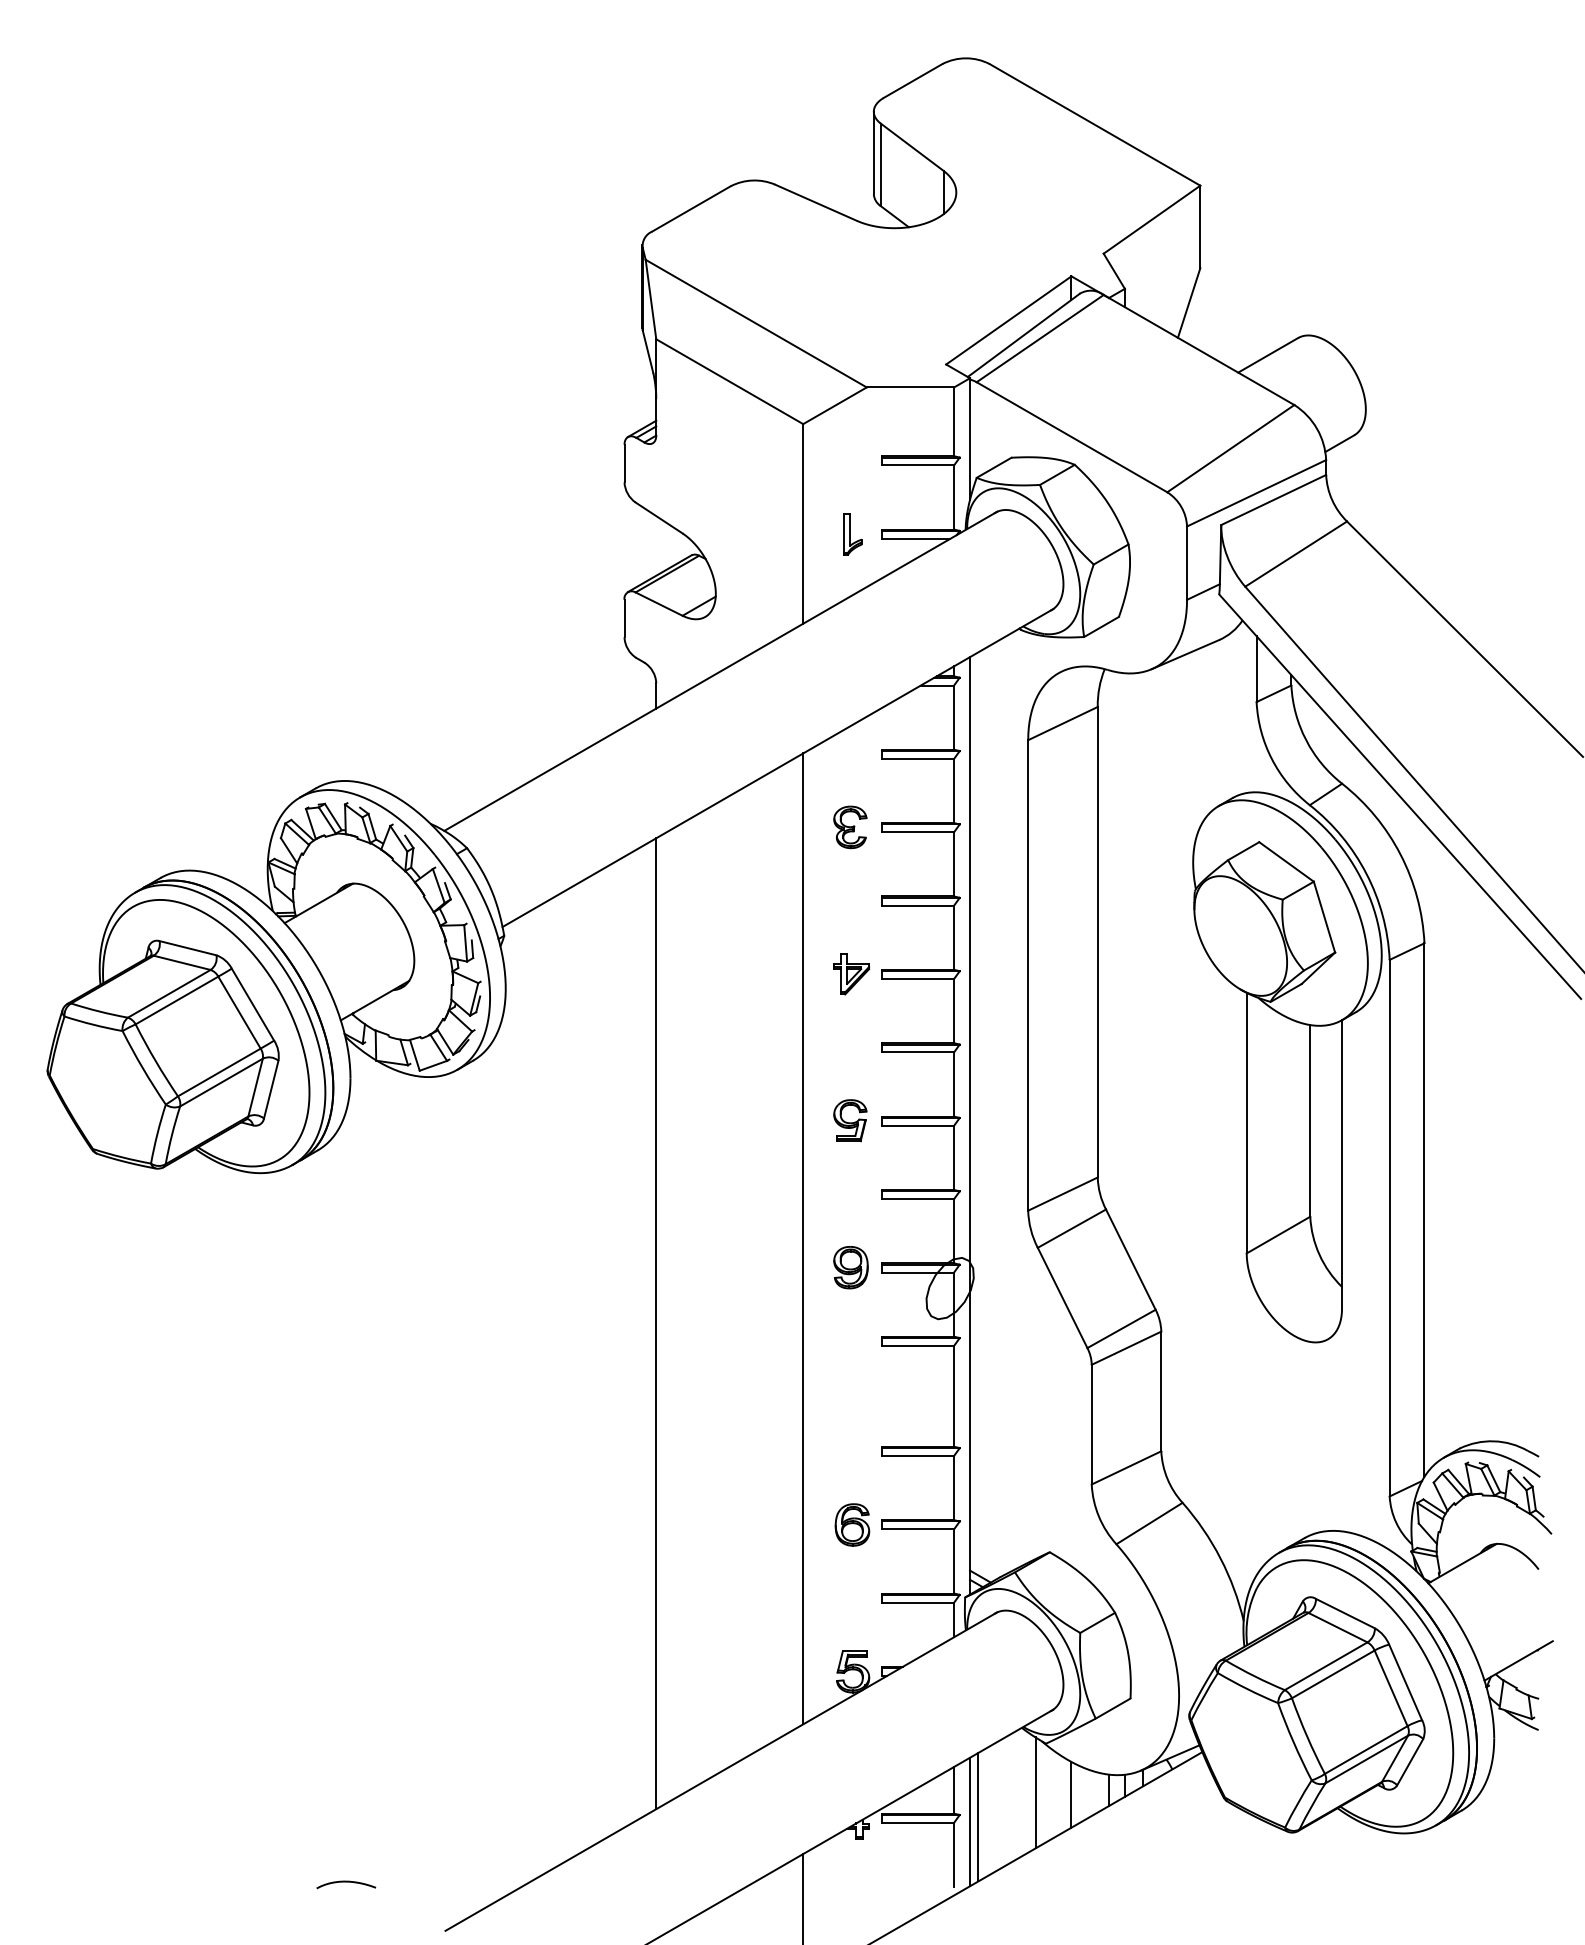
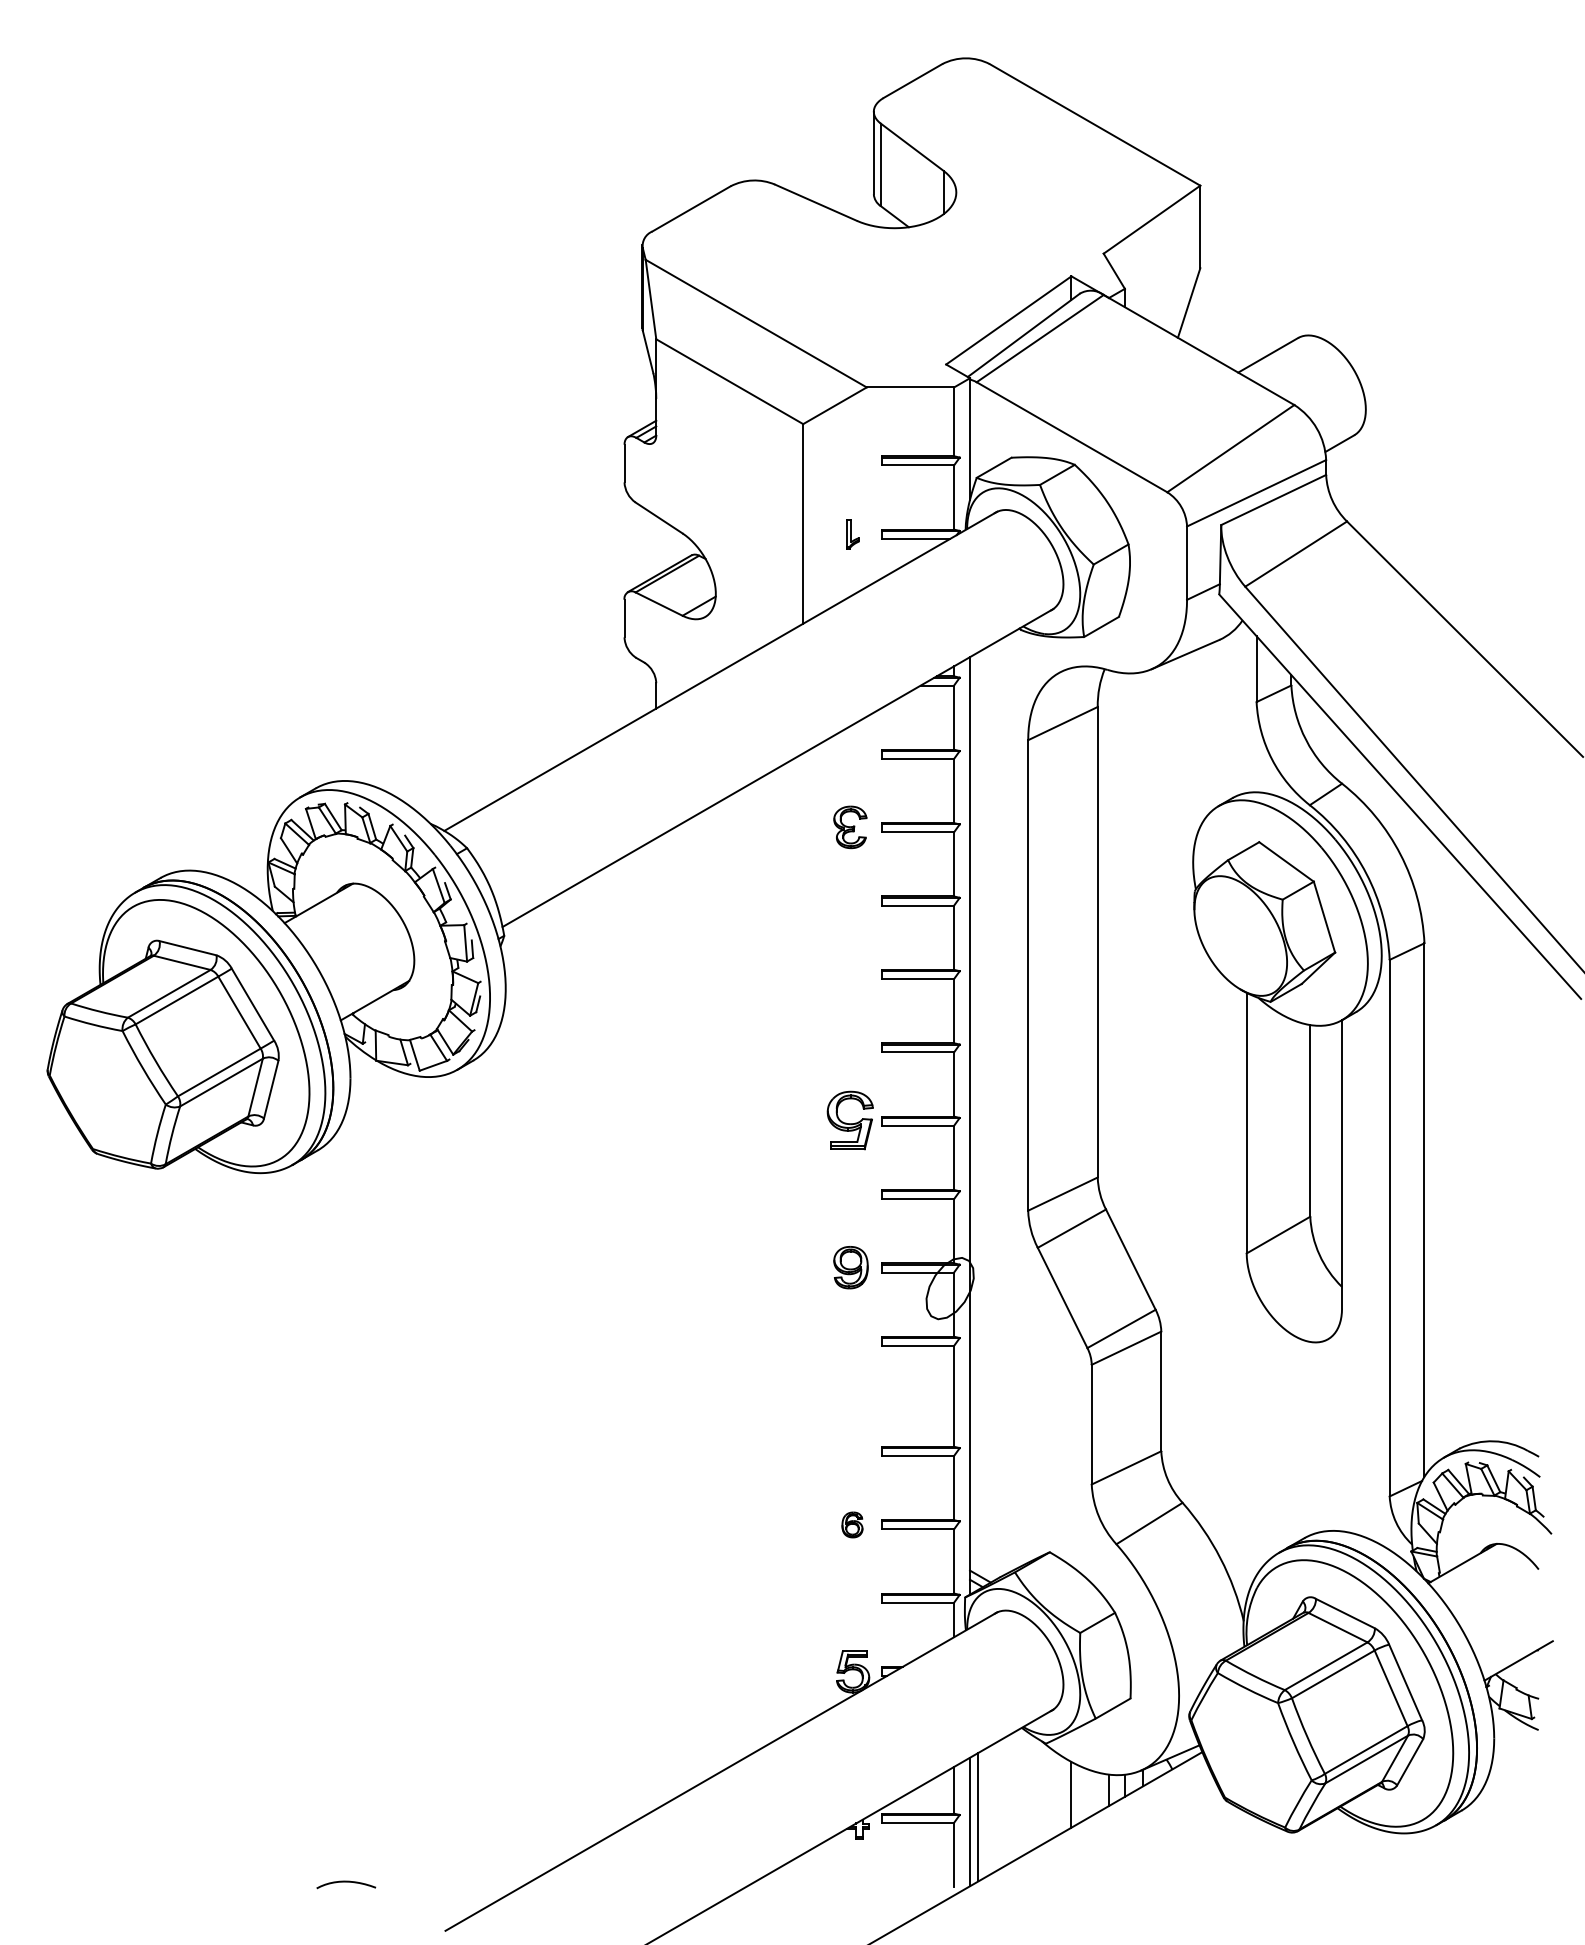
part at (852, 534) size: 20x43 px -> 14x31 px
part at (851, 974): present -> none
part at (850, 1120) size: 35x44 px -> 48x61 px
line at (803, 1238): present -> none
line at (656, 1323): present -> none
part at (852, 1524) size: 37x44 px -> 23x28 px
line at (1035, 1792): present -> none
line at (803, 1897): present -> none
